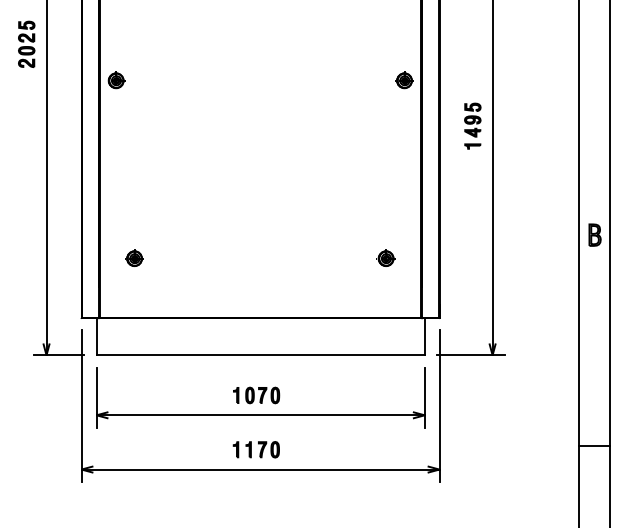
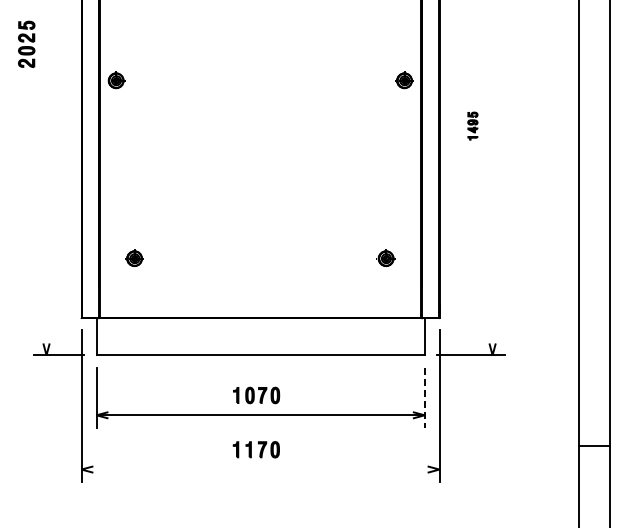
part at (472, 125) size: 18x48 px -> 12x30 px
line at (46, 178): present -> none
line at (492, 178): present -> none
part at (594, 234): present -> none
line at (424, 397): solid -> dashed
line at (260, 469): present -> none
